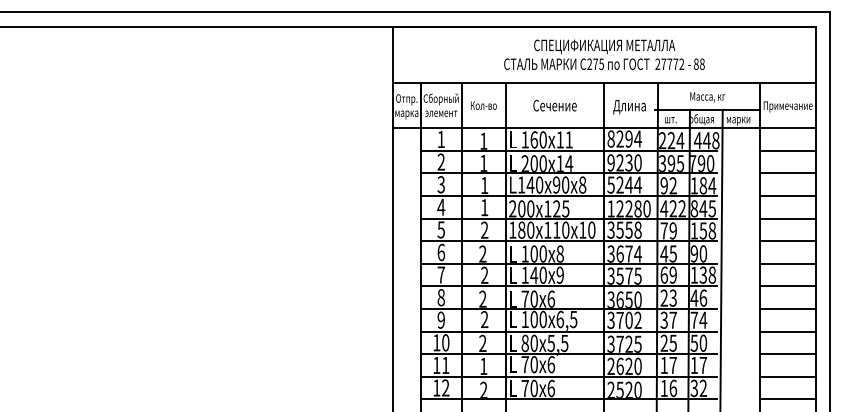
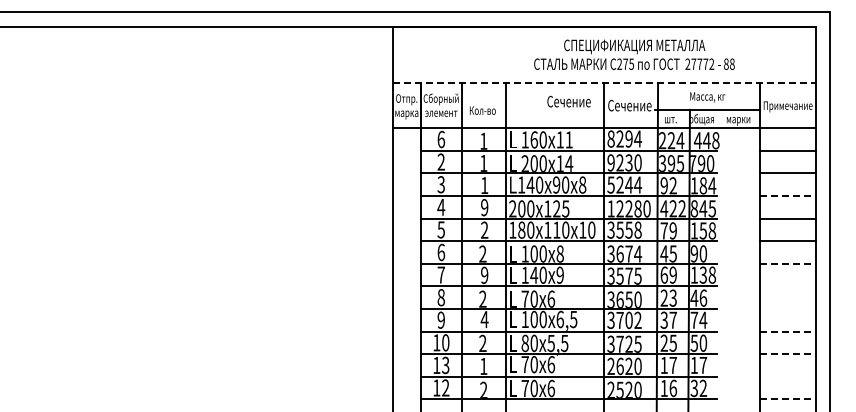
text at (604, 54) position: (604, 54) -> (634, 54)
line at (604, 83): solid -> dashed
text at (483, 105) position: (483, 105) -> (482, 110)
text at (554, 105) position: (554, 105) -> (568, 101)
text at (629, 106): Длина -> Сечение
text at (441, 139): 1 -> 6
line at (788, 196): solid -> dashed
text at (484, 207): 1 -> 9
line at (721, 258): present -> none
line at (788, 263): solid -> dashed
text at (484, 275): 2 -> 9
line at (787, 286): present -> none
line at (787, 308): present -> none
text at (484, 318): 2 -> 4
line at (788, 331): solid -> dashed
line at (788, 354): solid -> dashed
text at (445, 365): 11 -> 13
line at (787, 376): present -> none
line at (788, 399): solid -> dashed
